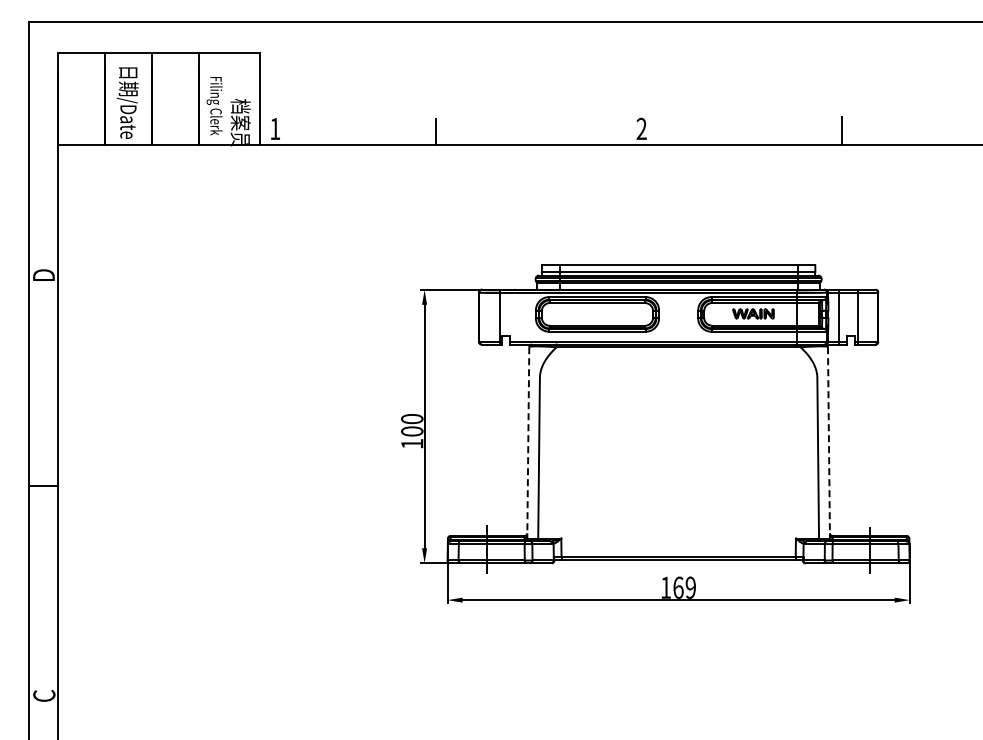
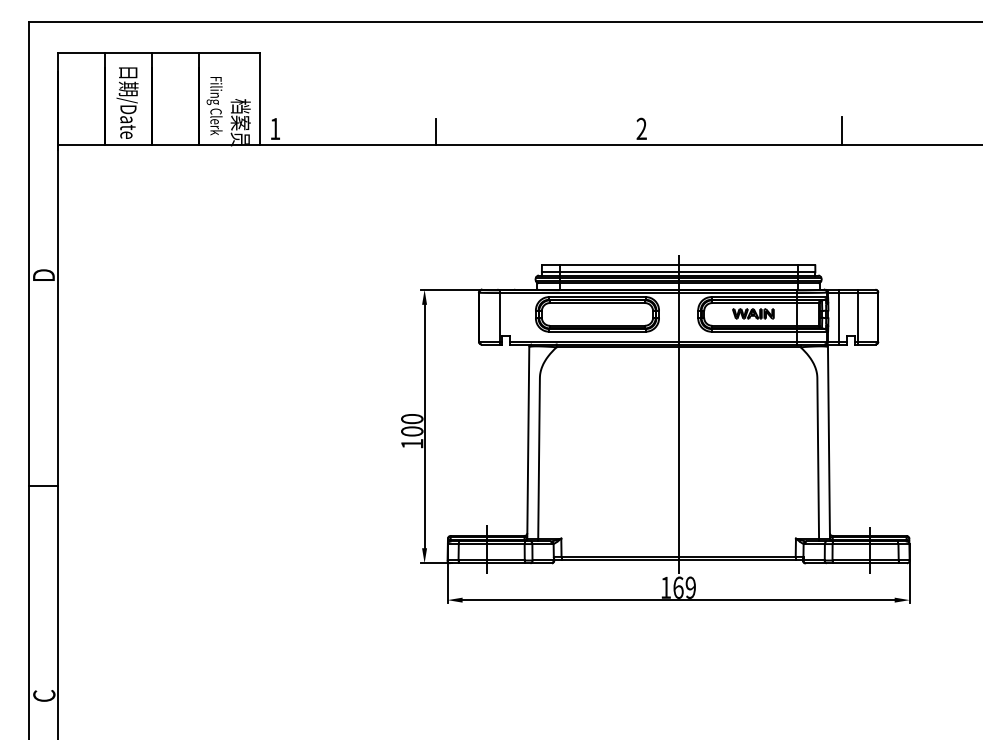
line at (678, 414): none -> present
line at (528, 442): dashed -> solid
line at (828, 442): dashed -> solid
